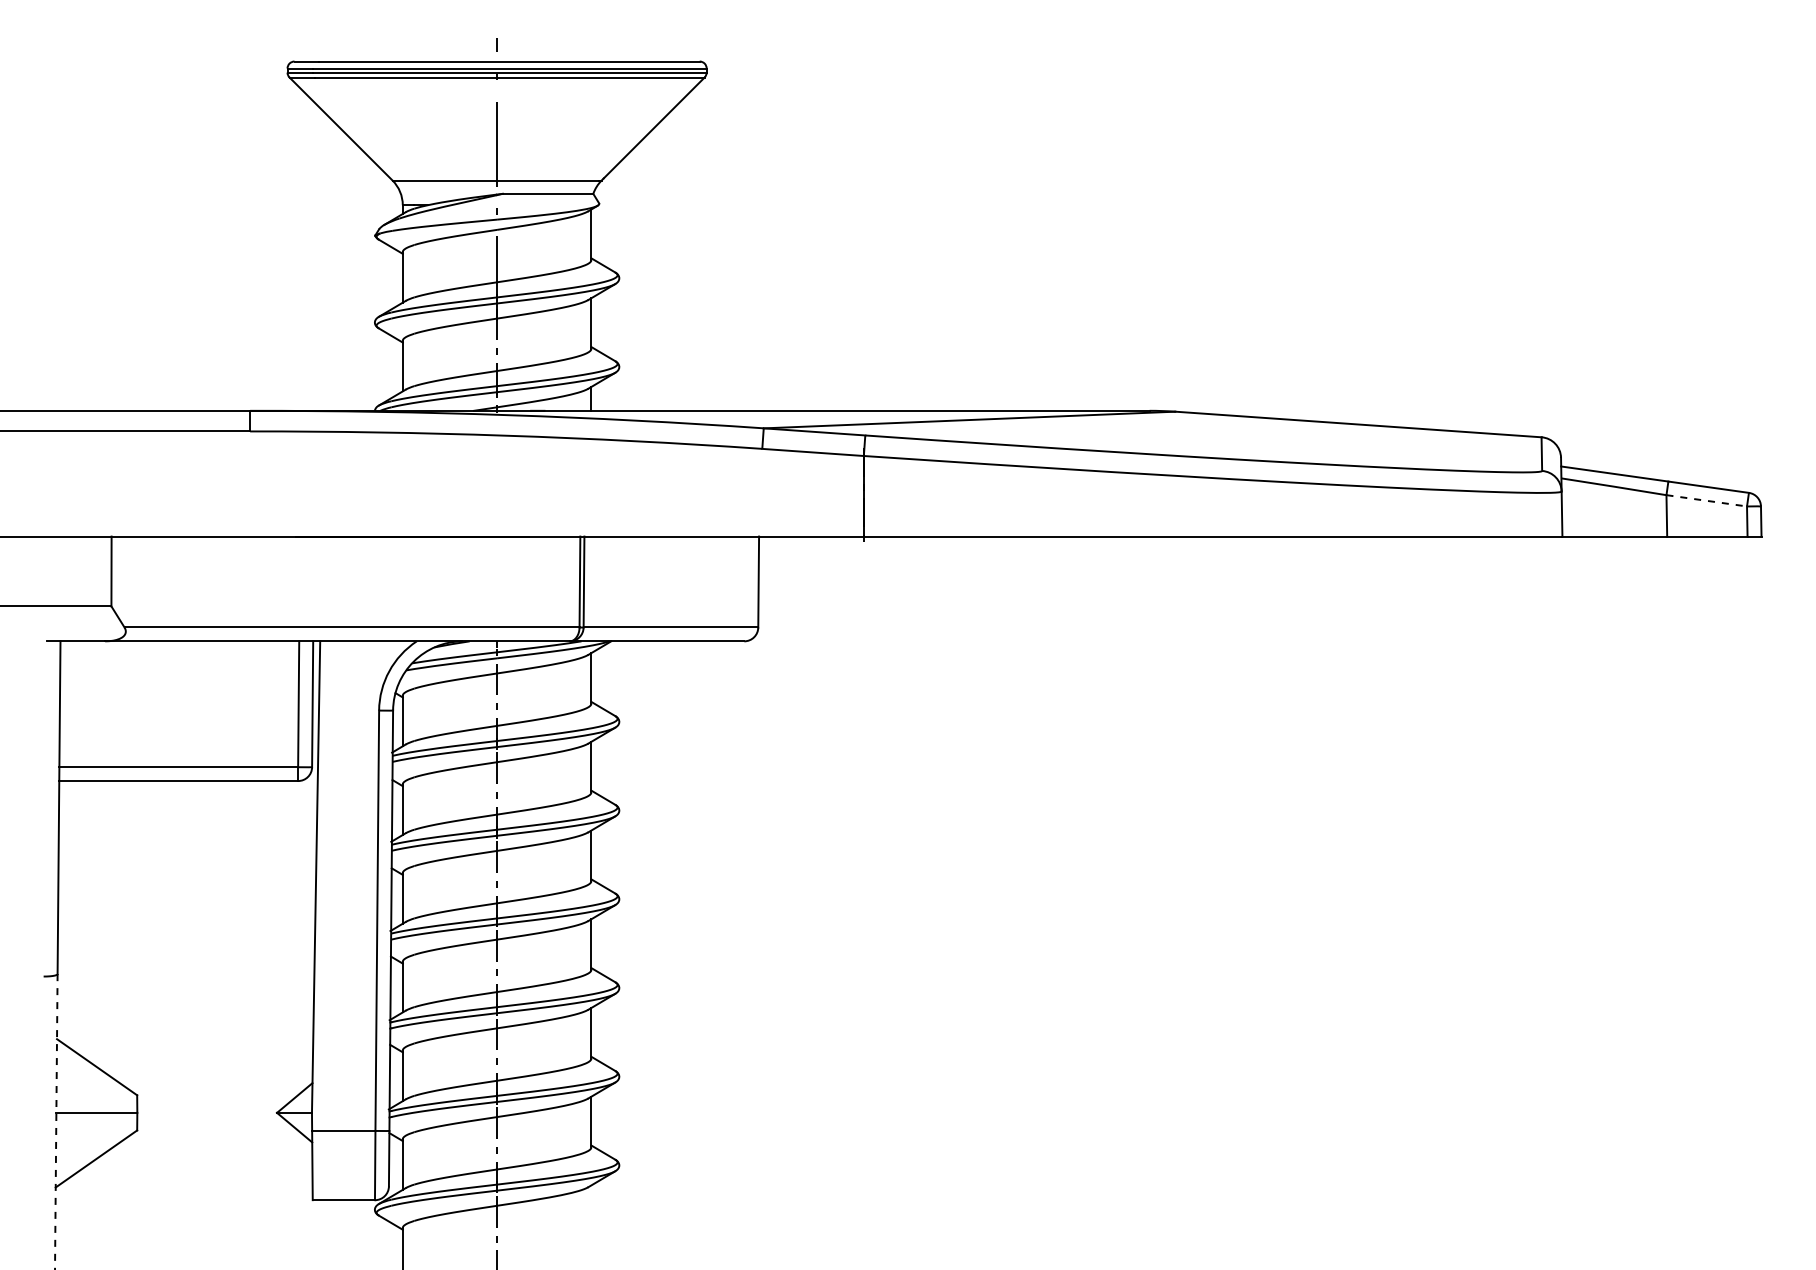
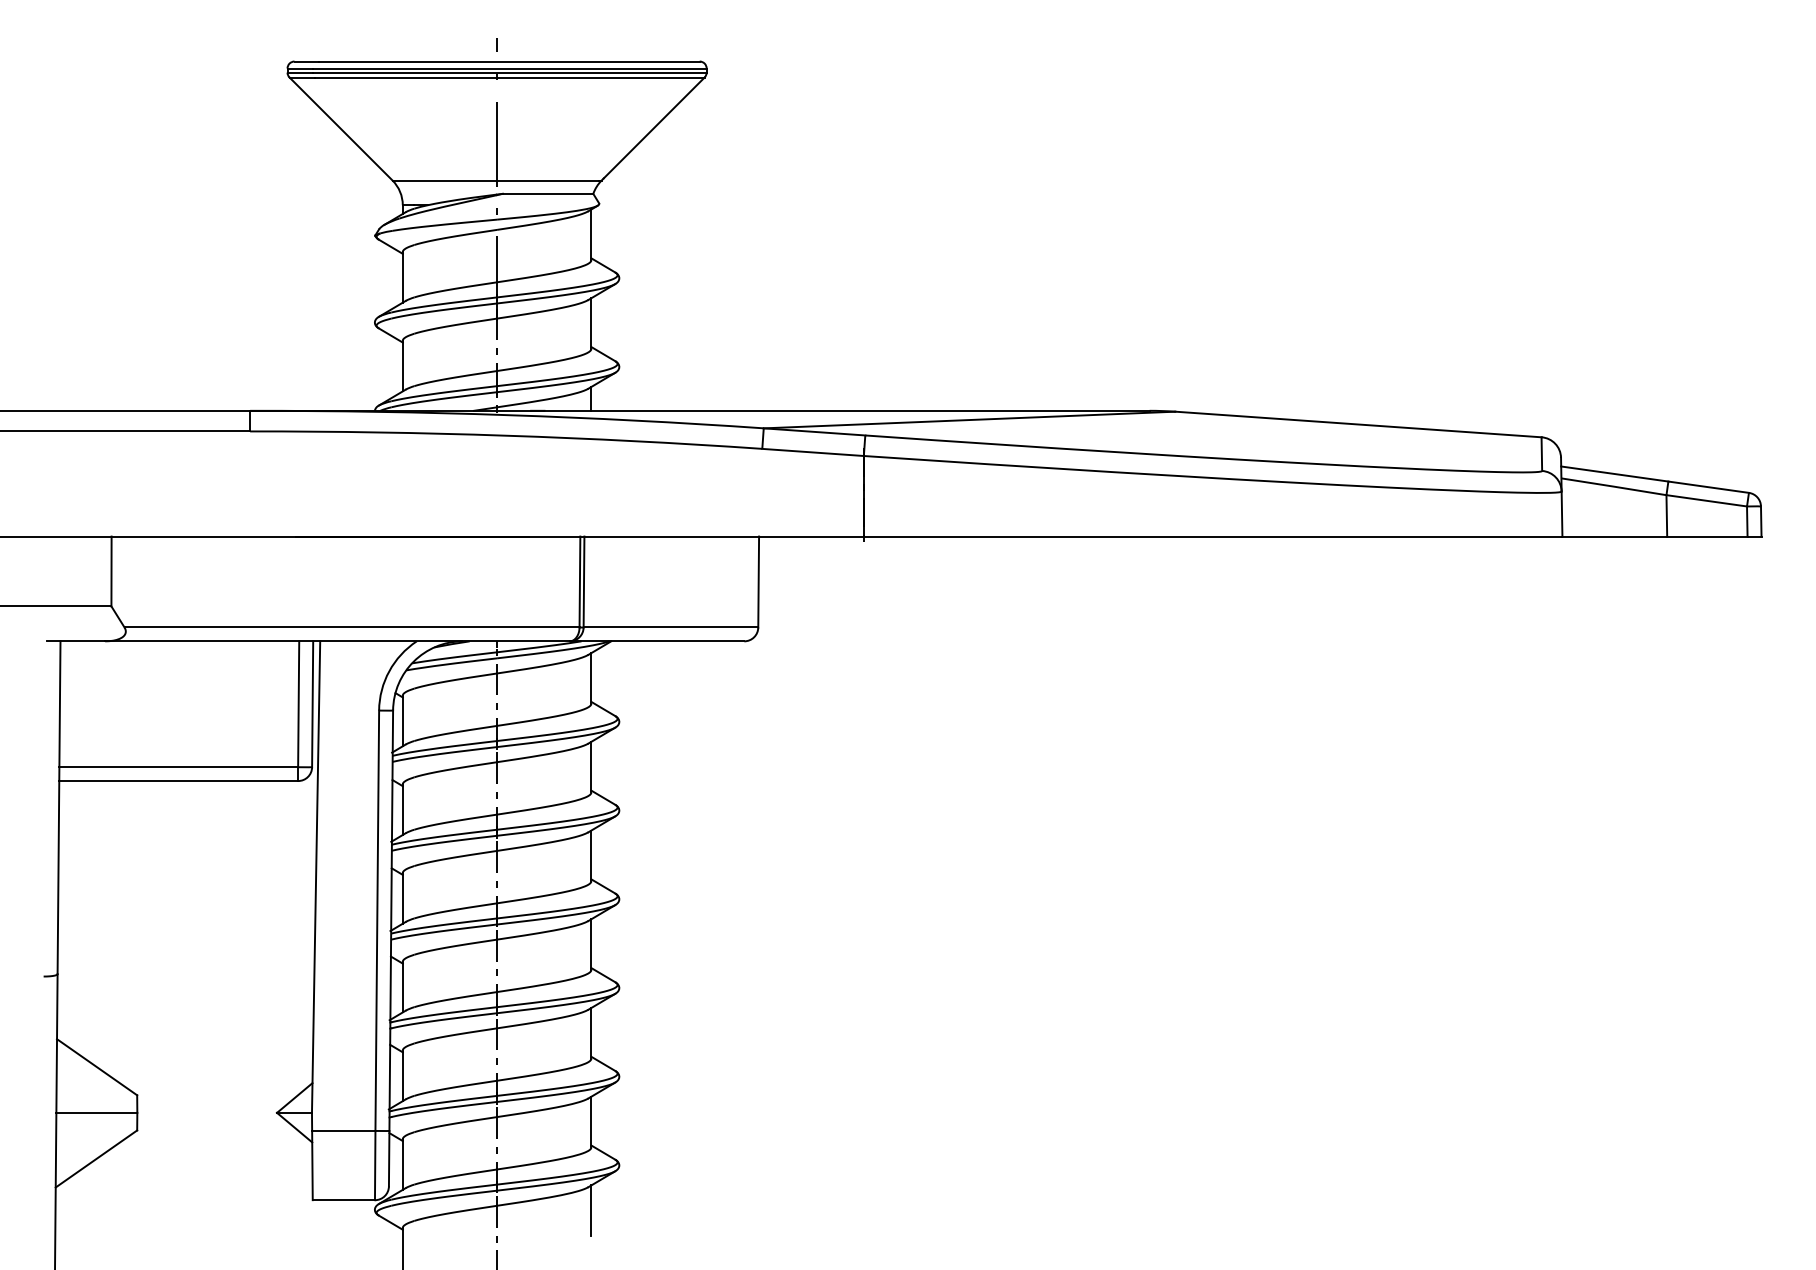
line at (1706, 500): dashed -> solid
line at (56, 1122): dashed -> solid
line at (591, 1210): none -> present
